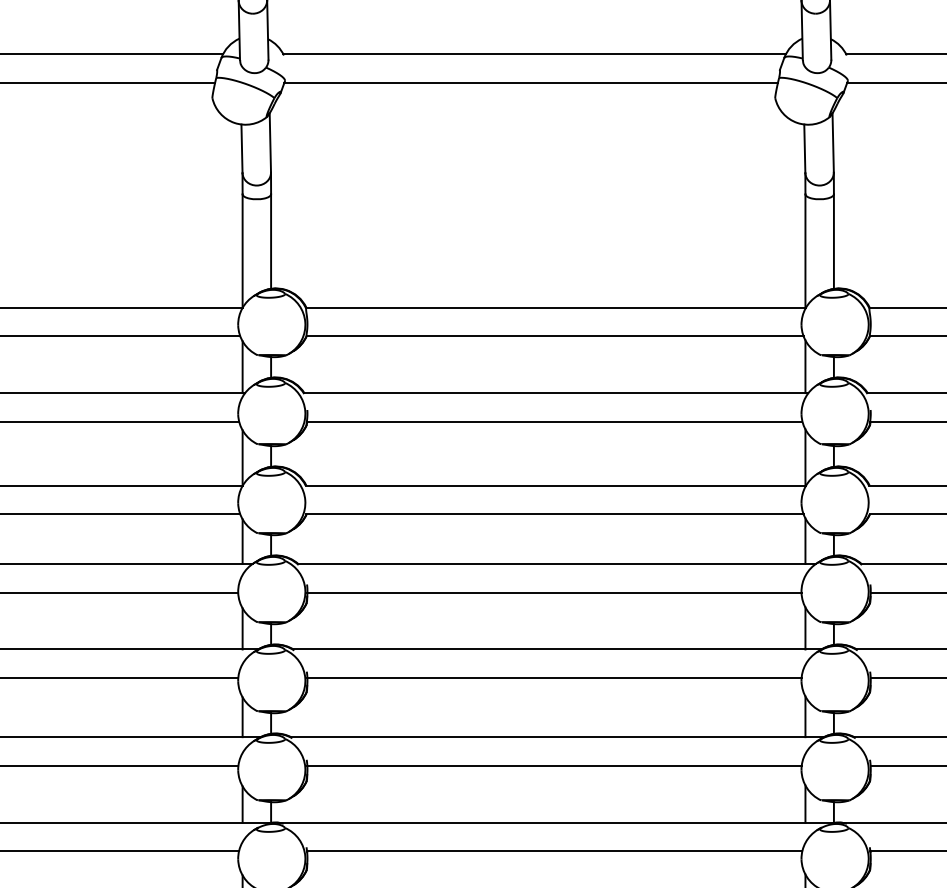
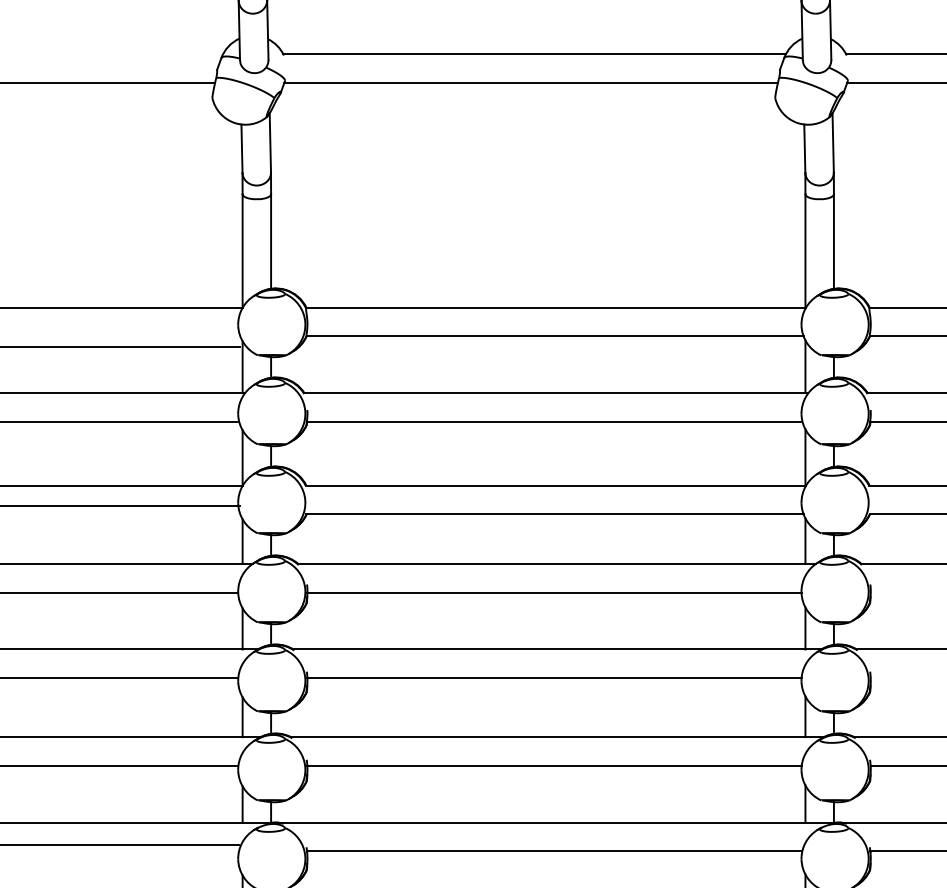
line at (112, 54): present -> none
line at (121, 336) position: (121, 336) -> (121, 347)
line at (121, 514) position: (121, 514) -> (121, 506)
line at (906, 592): present -> none
line at (906, 677): present -> none
line at (120, 851) position: (120, 851) -> (120, 845)
